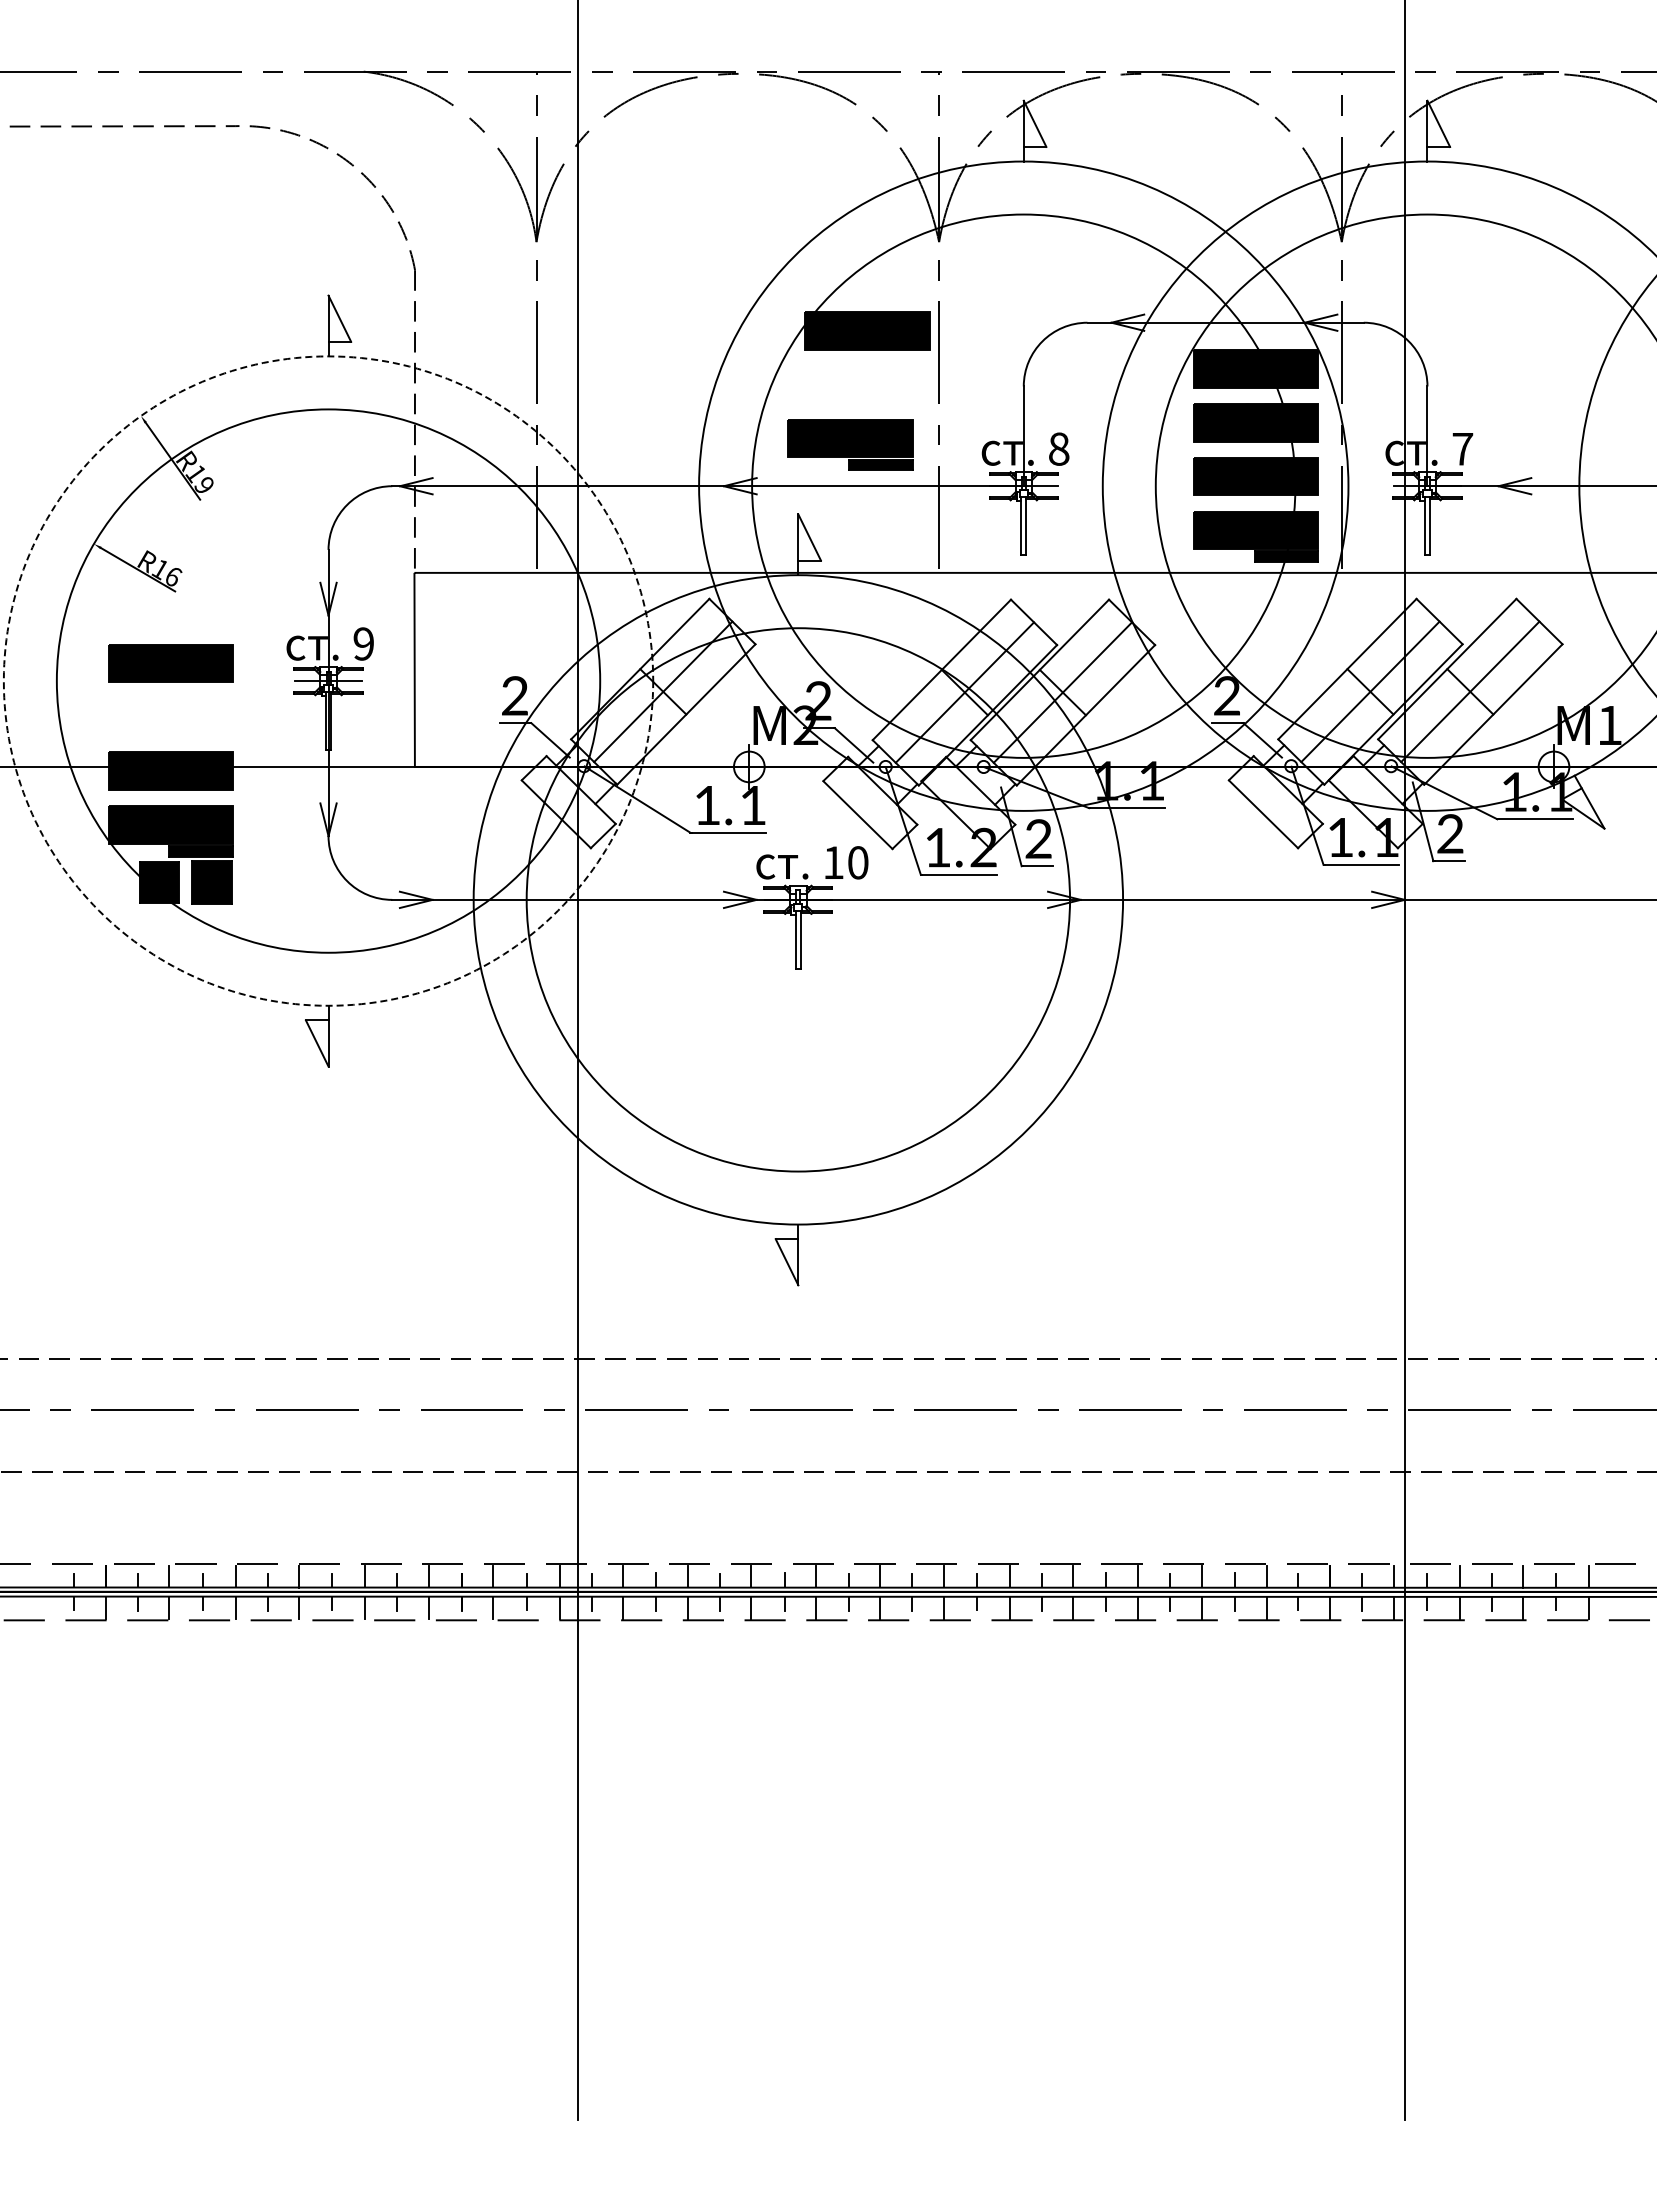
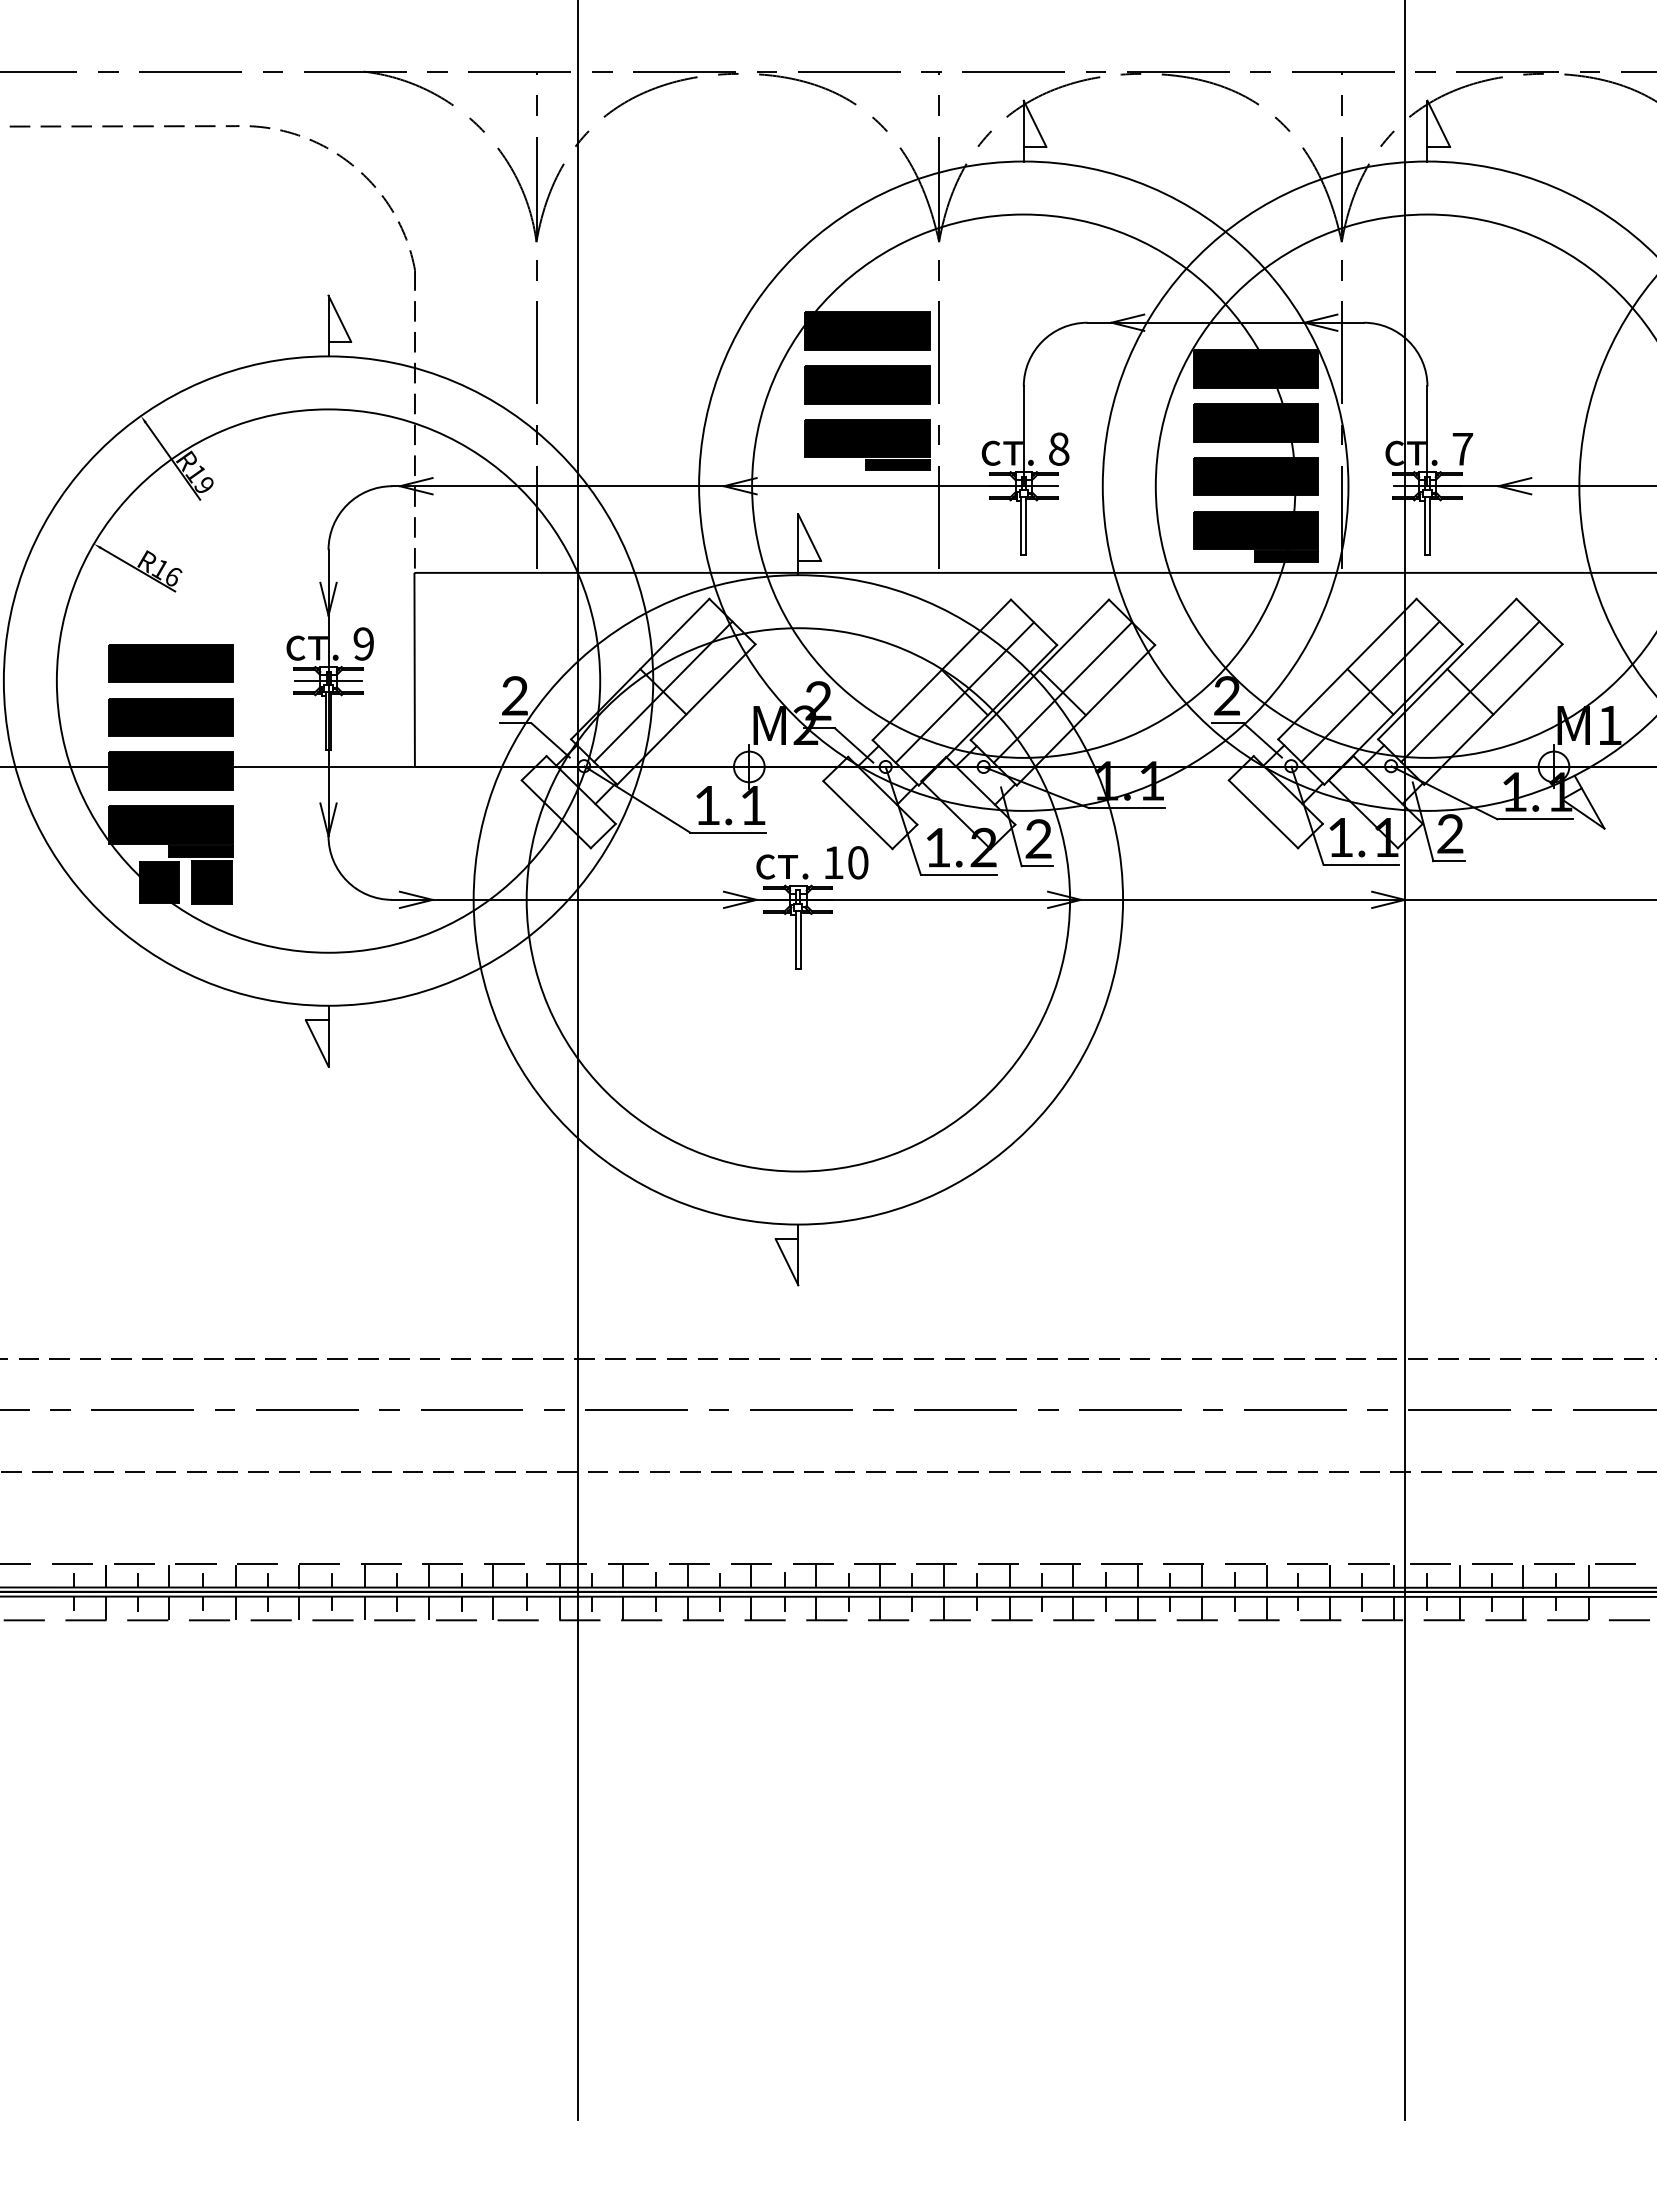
part at (867, 384): none -> present
part at (850, 444) position: (850, 444) -> (867, 444)
circle at (328, 680): dashed -> solid
part at (170, 717): none -> present
